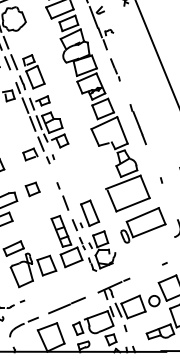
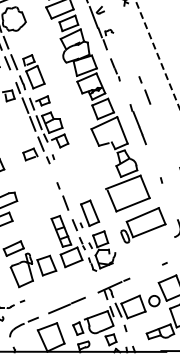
line at (157, 54): solid -> dashed
part at (144, 90): none -> present
part at (32, 189): present -> none
